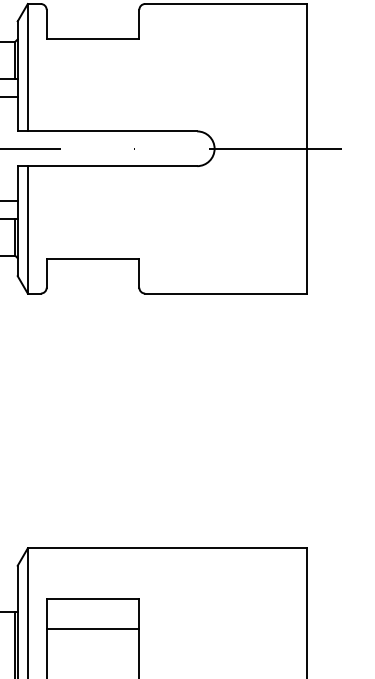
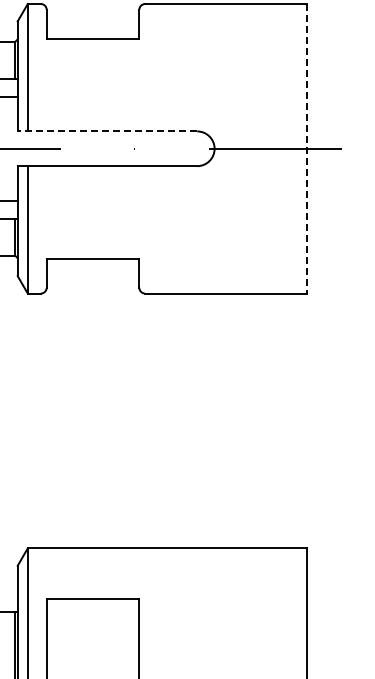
line at (107, 131): solid -> dashed
line at (307, 148): solid -> dashed
line at (92, 628): present -> none
